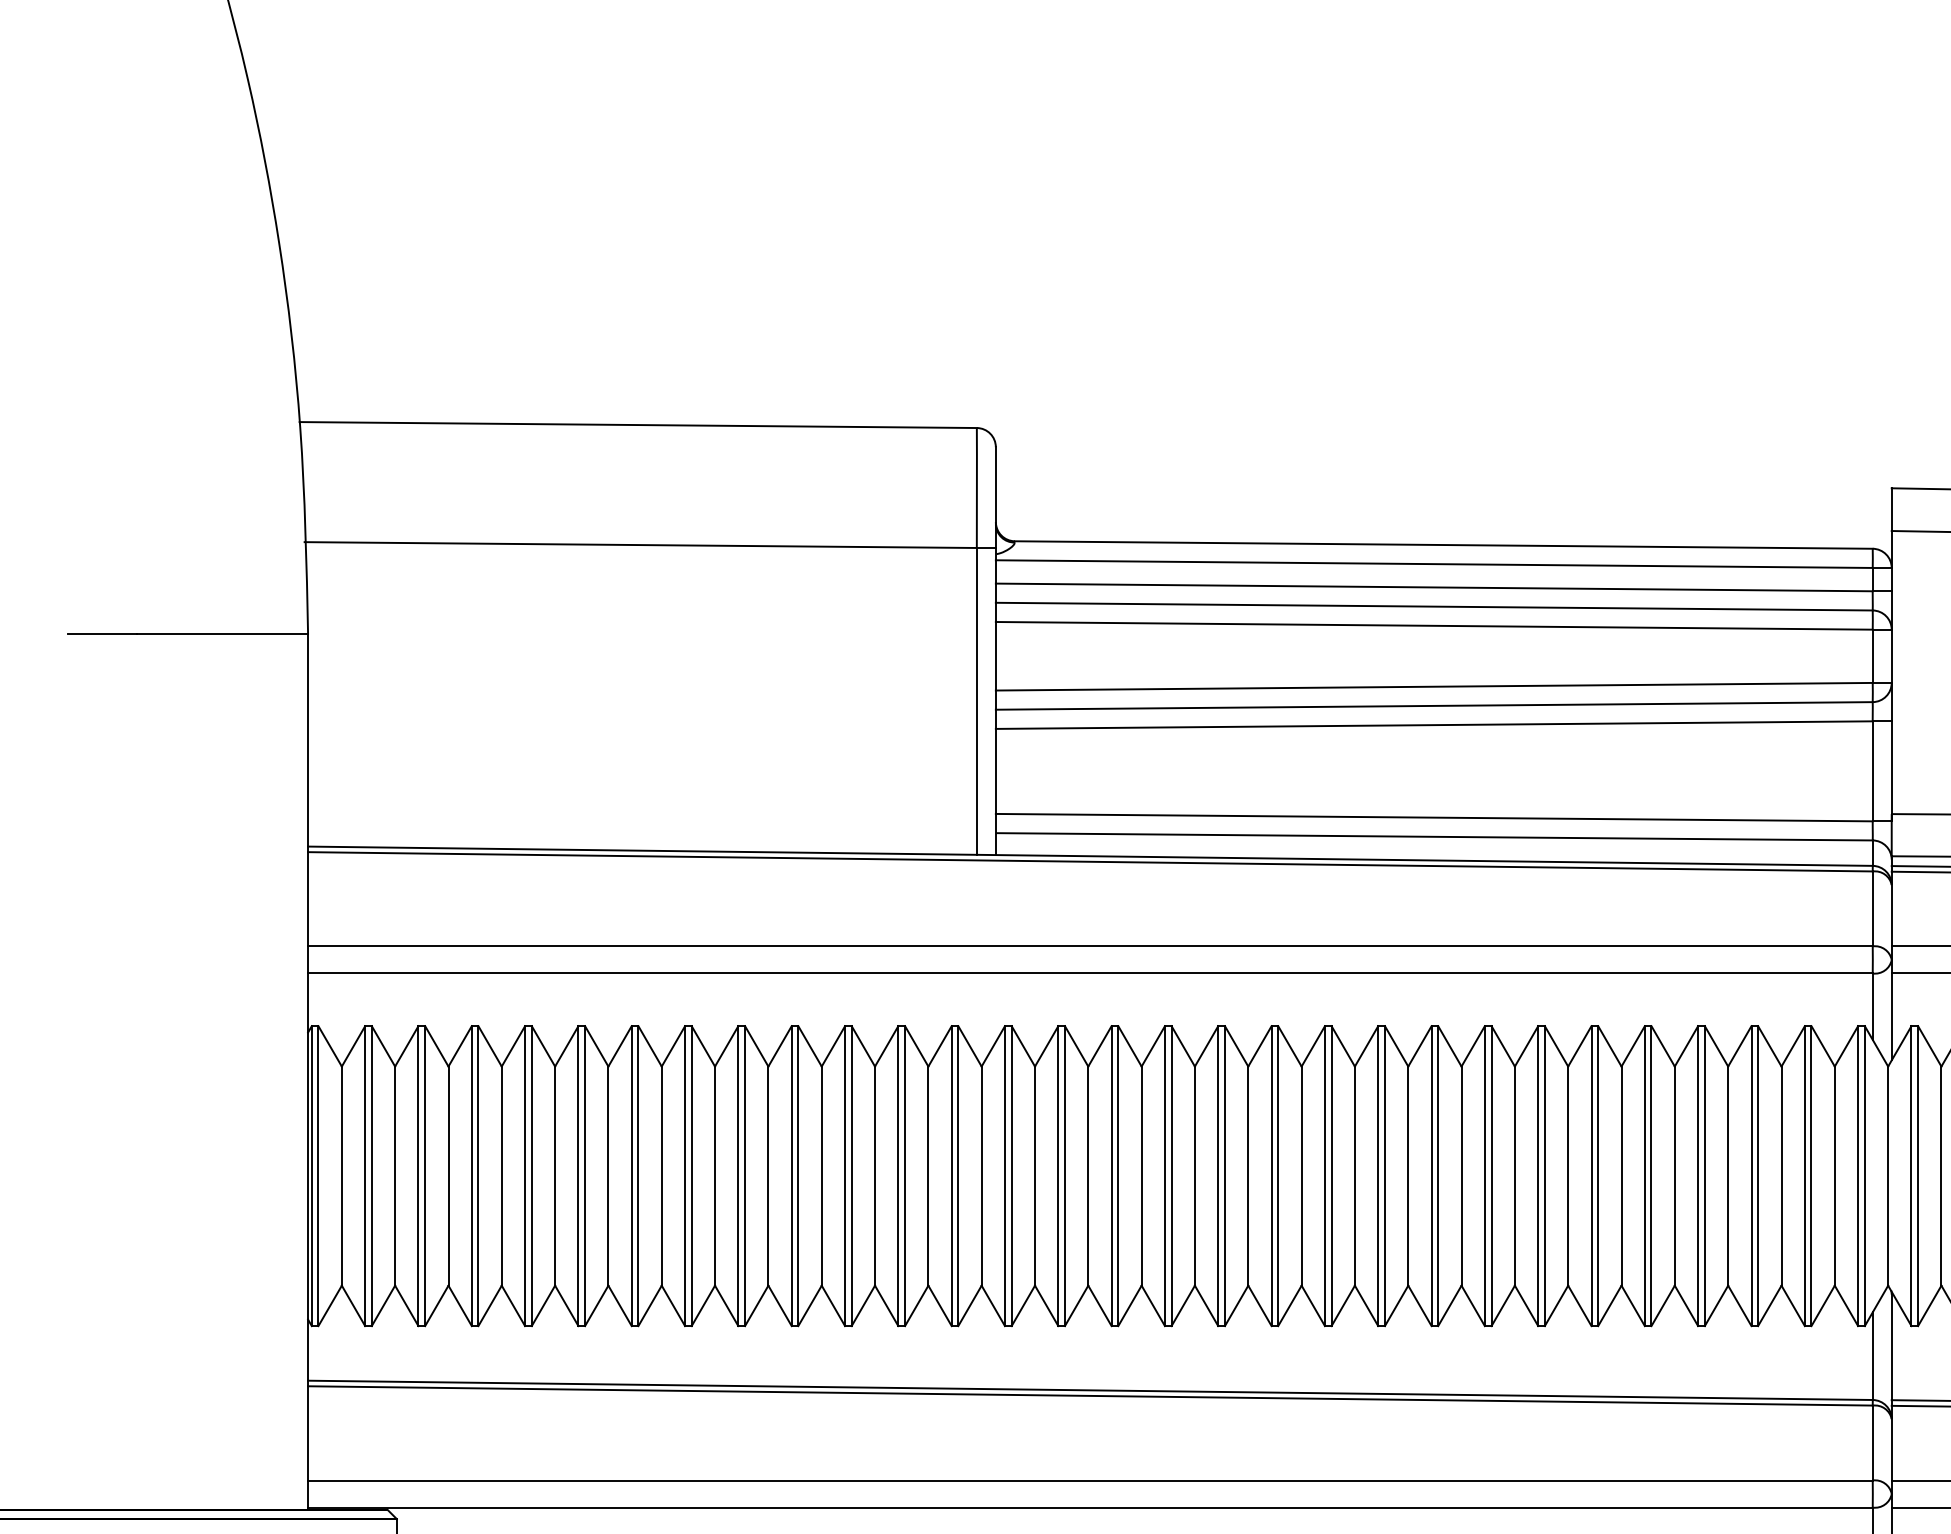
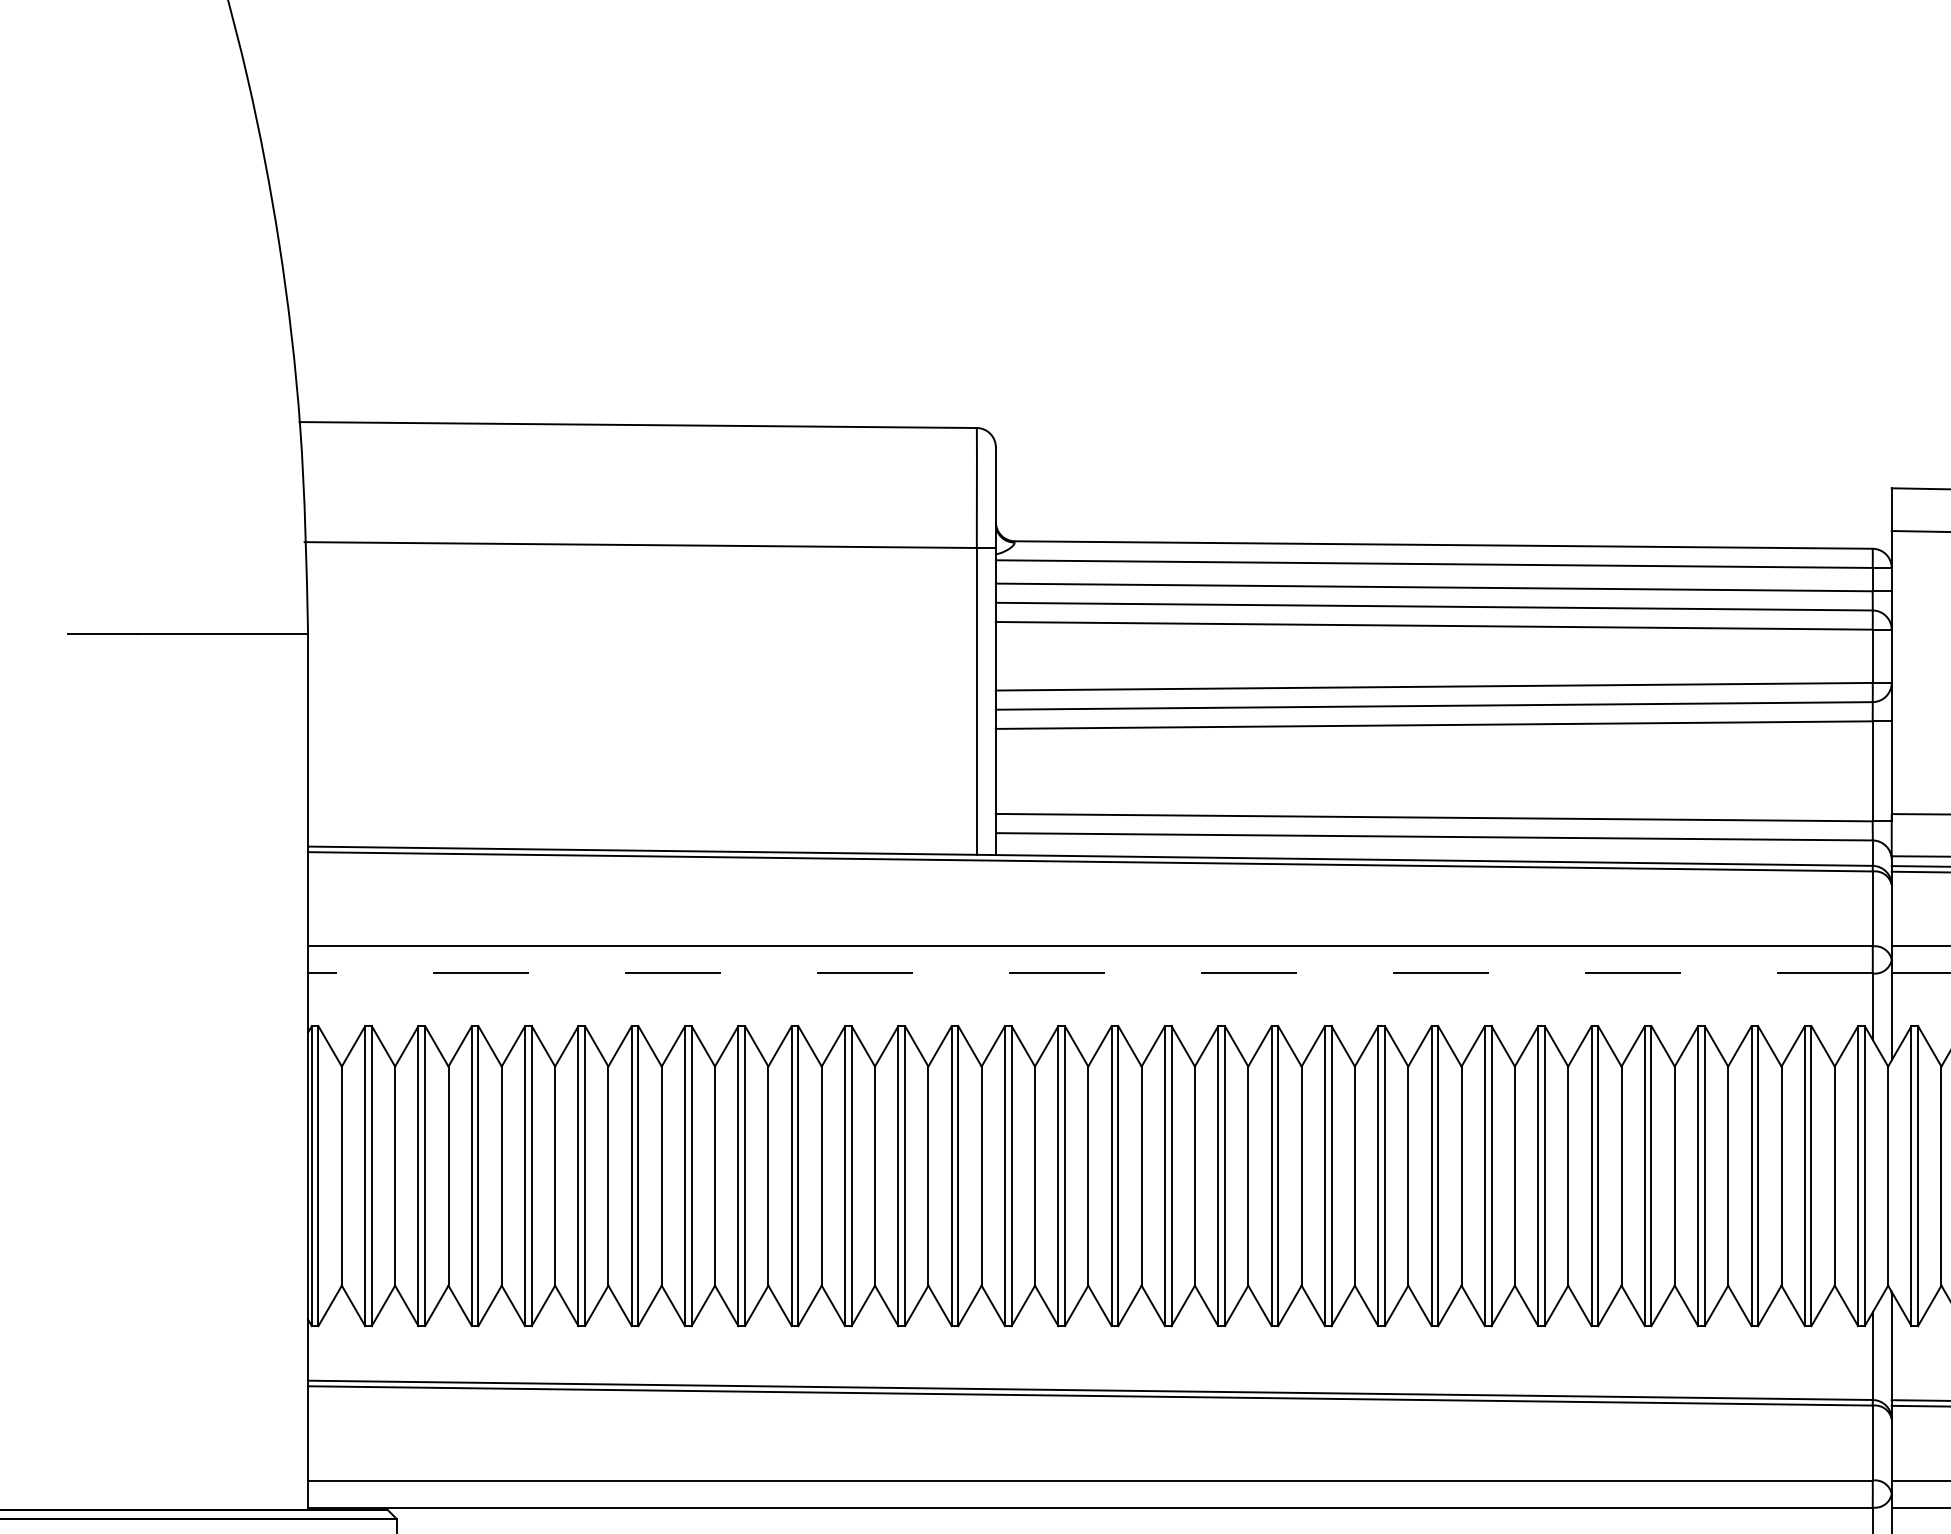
line at (1089, 973): solid -> dashed
